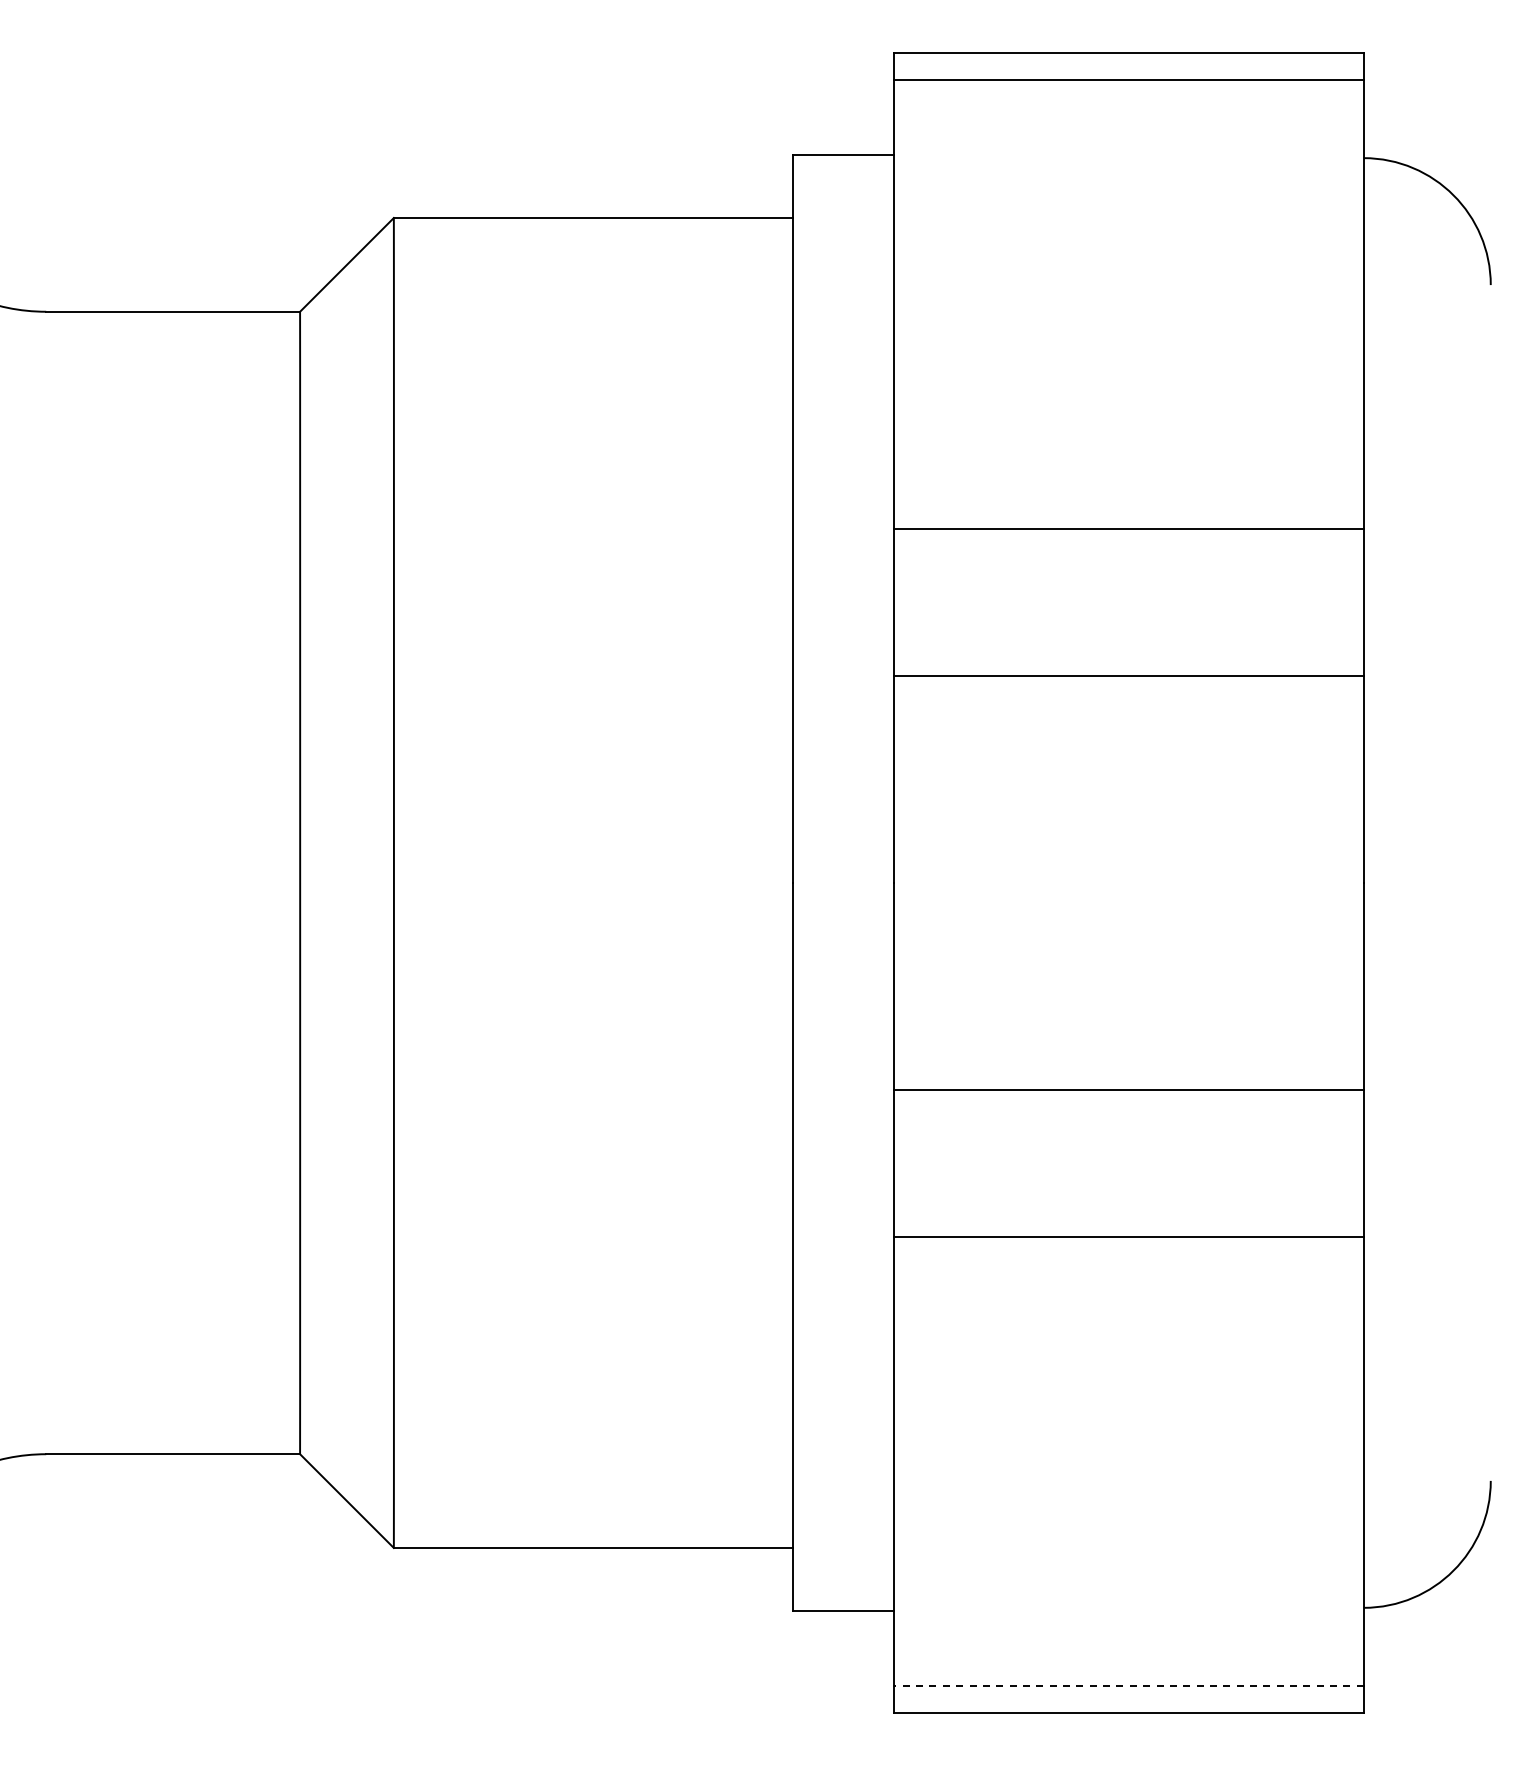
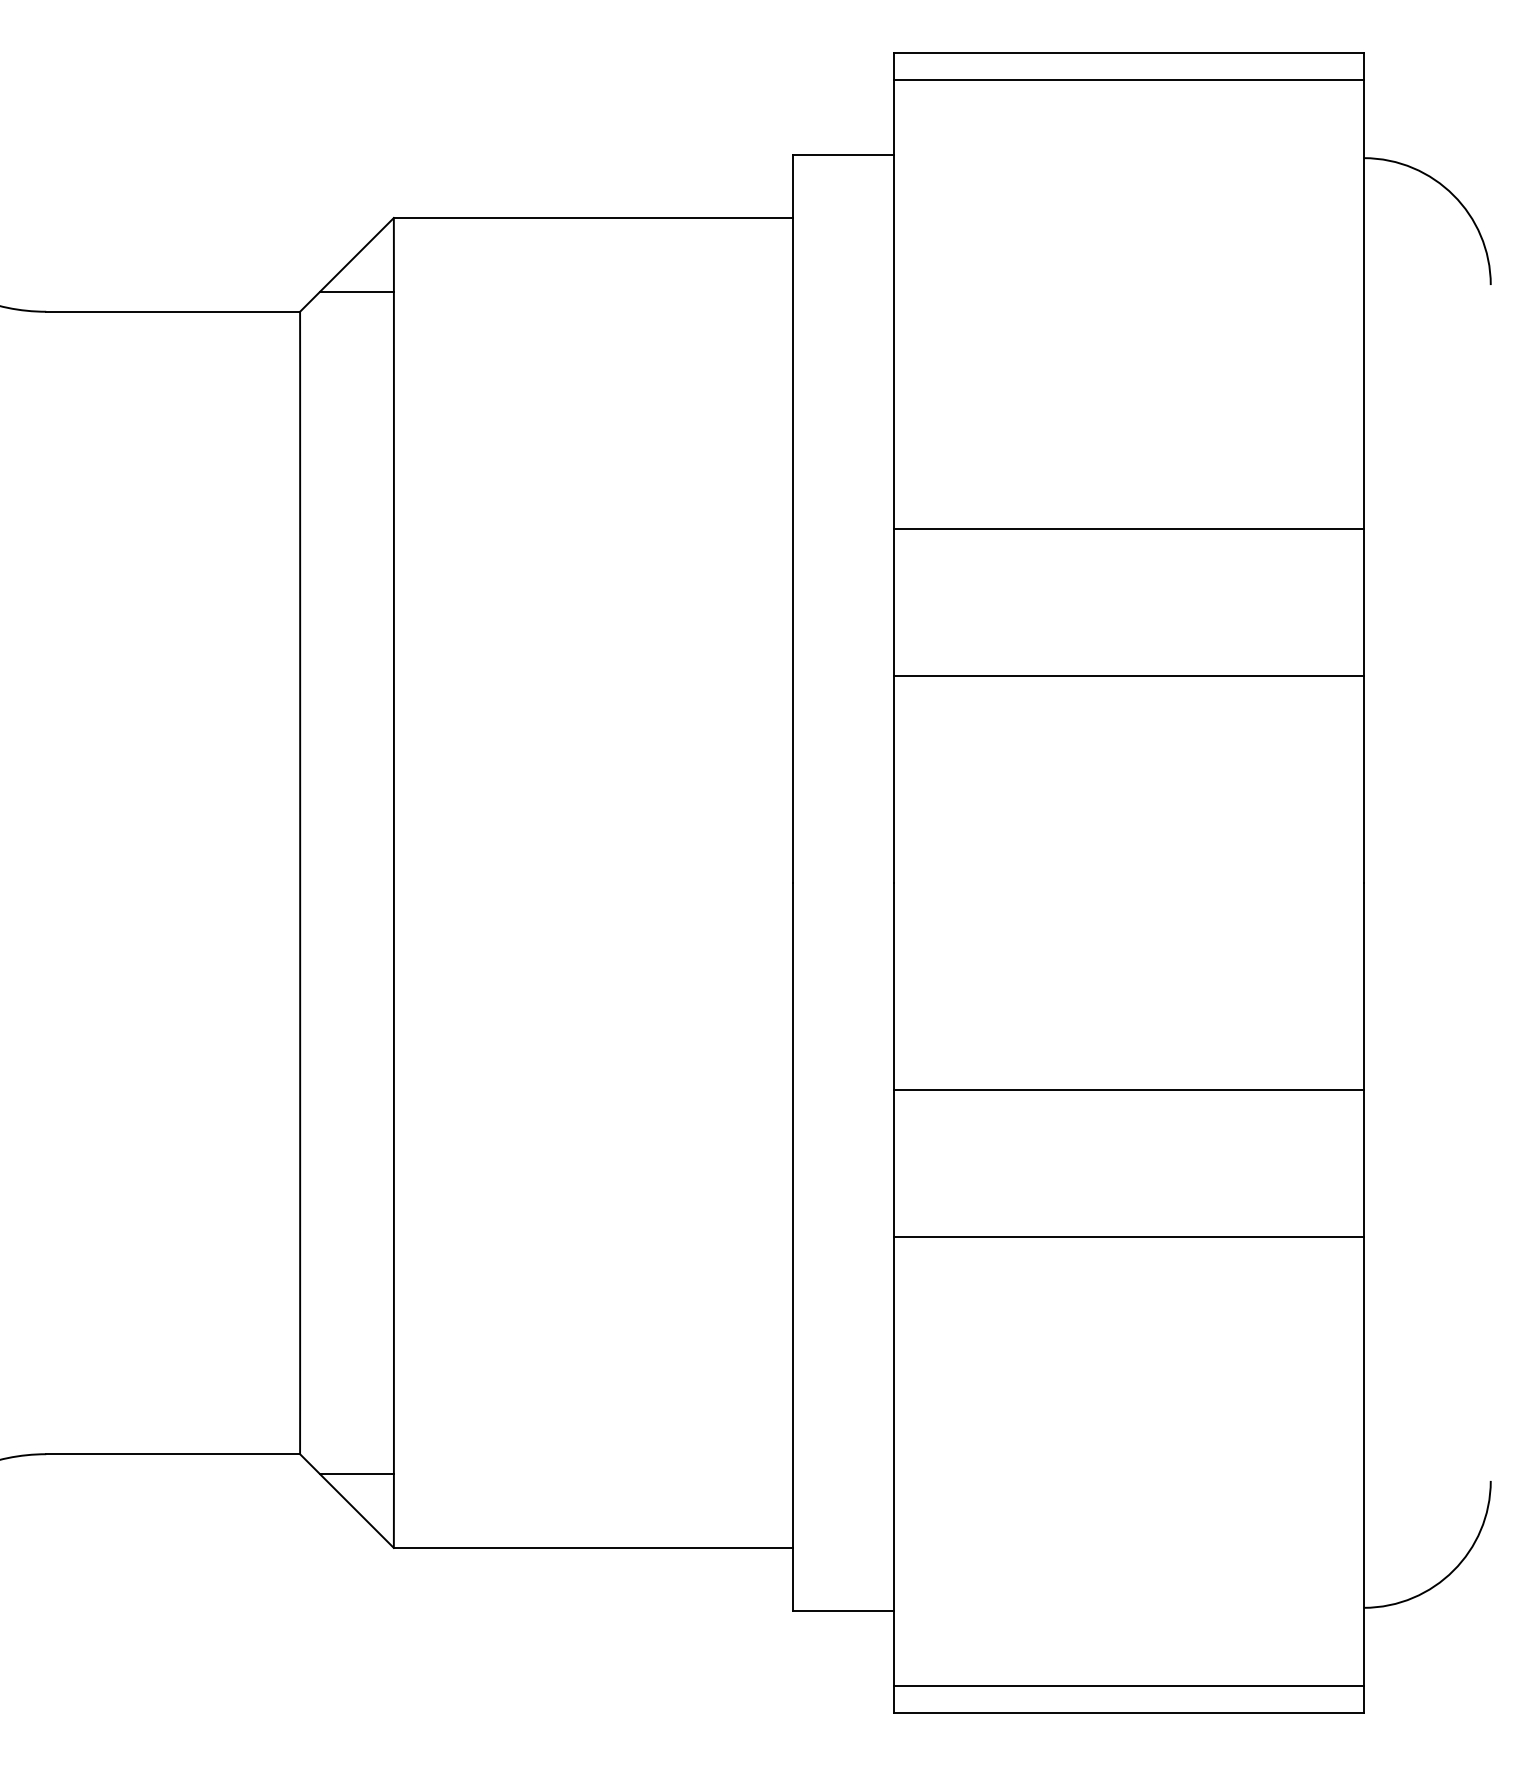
line at (356, 291): none -> present
line at (356, 1474): none -> present
line at (1129, 1685): dashed -> solid
